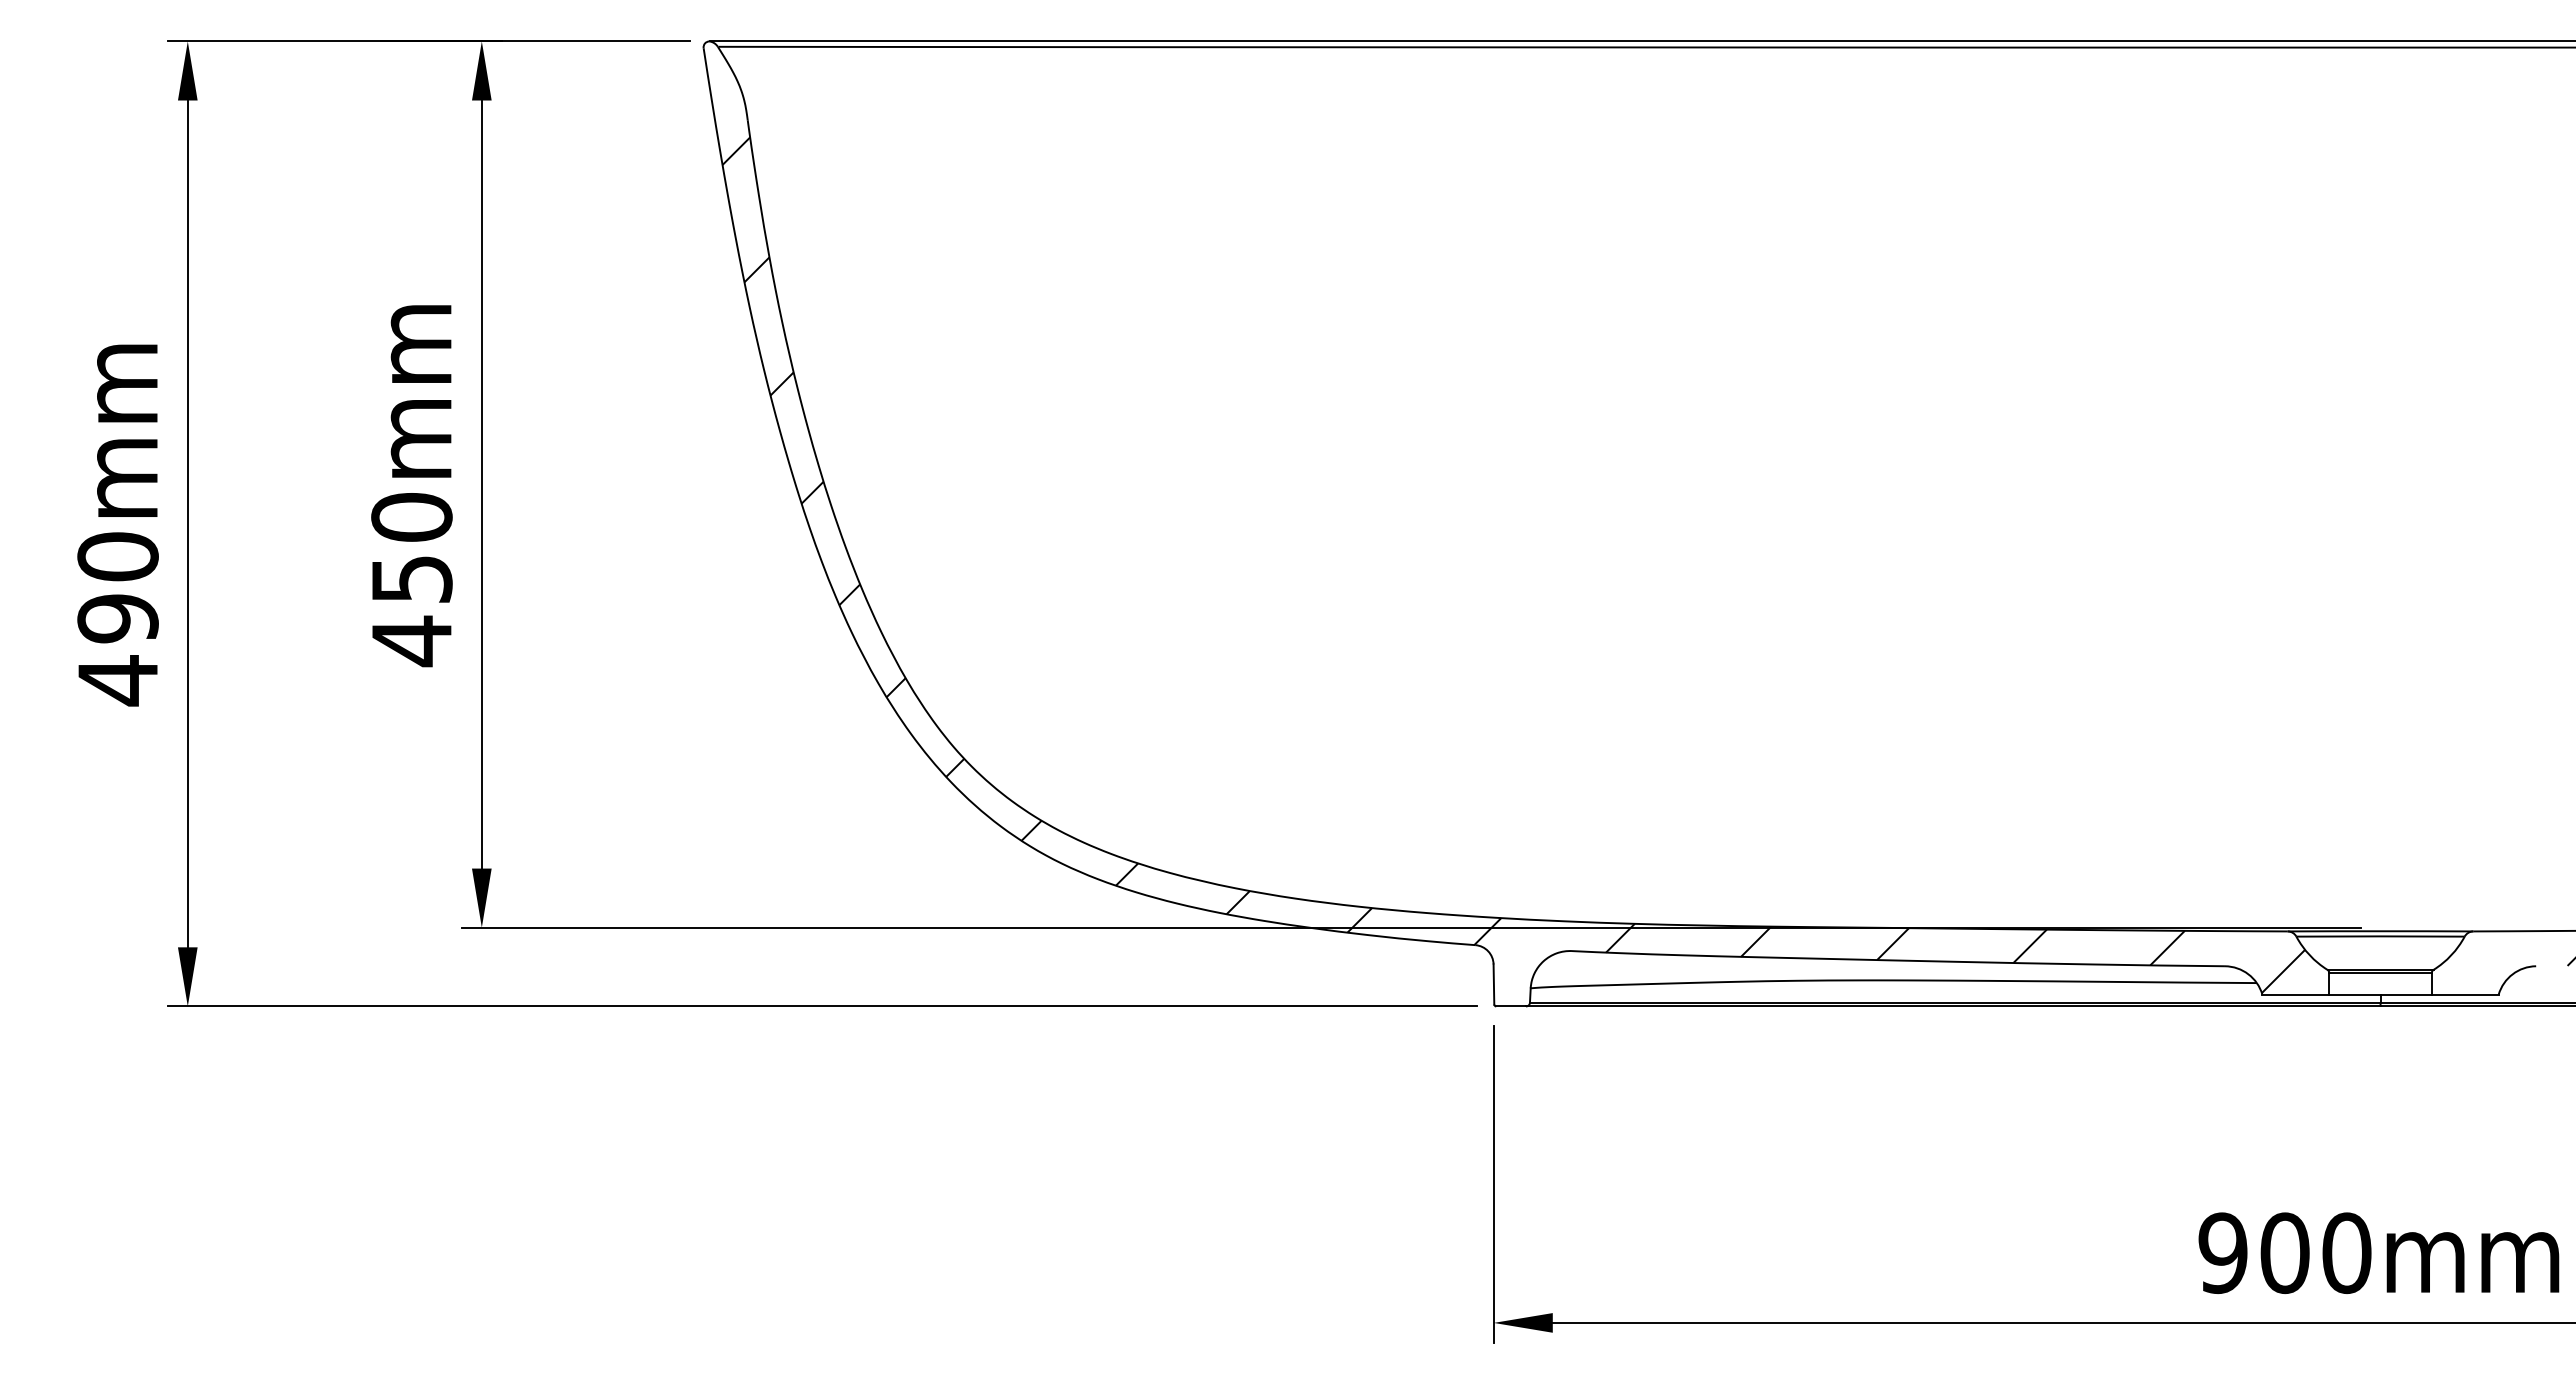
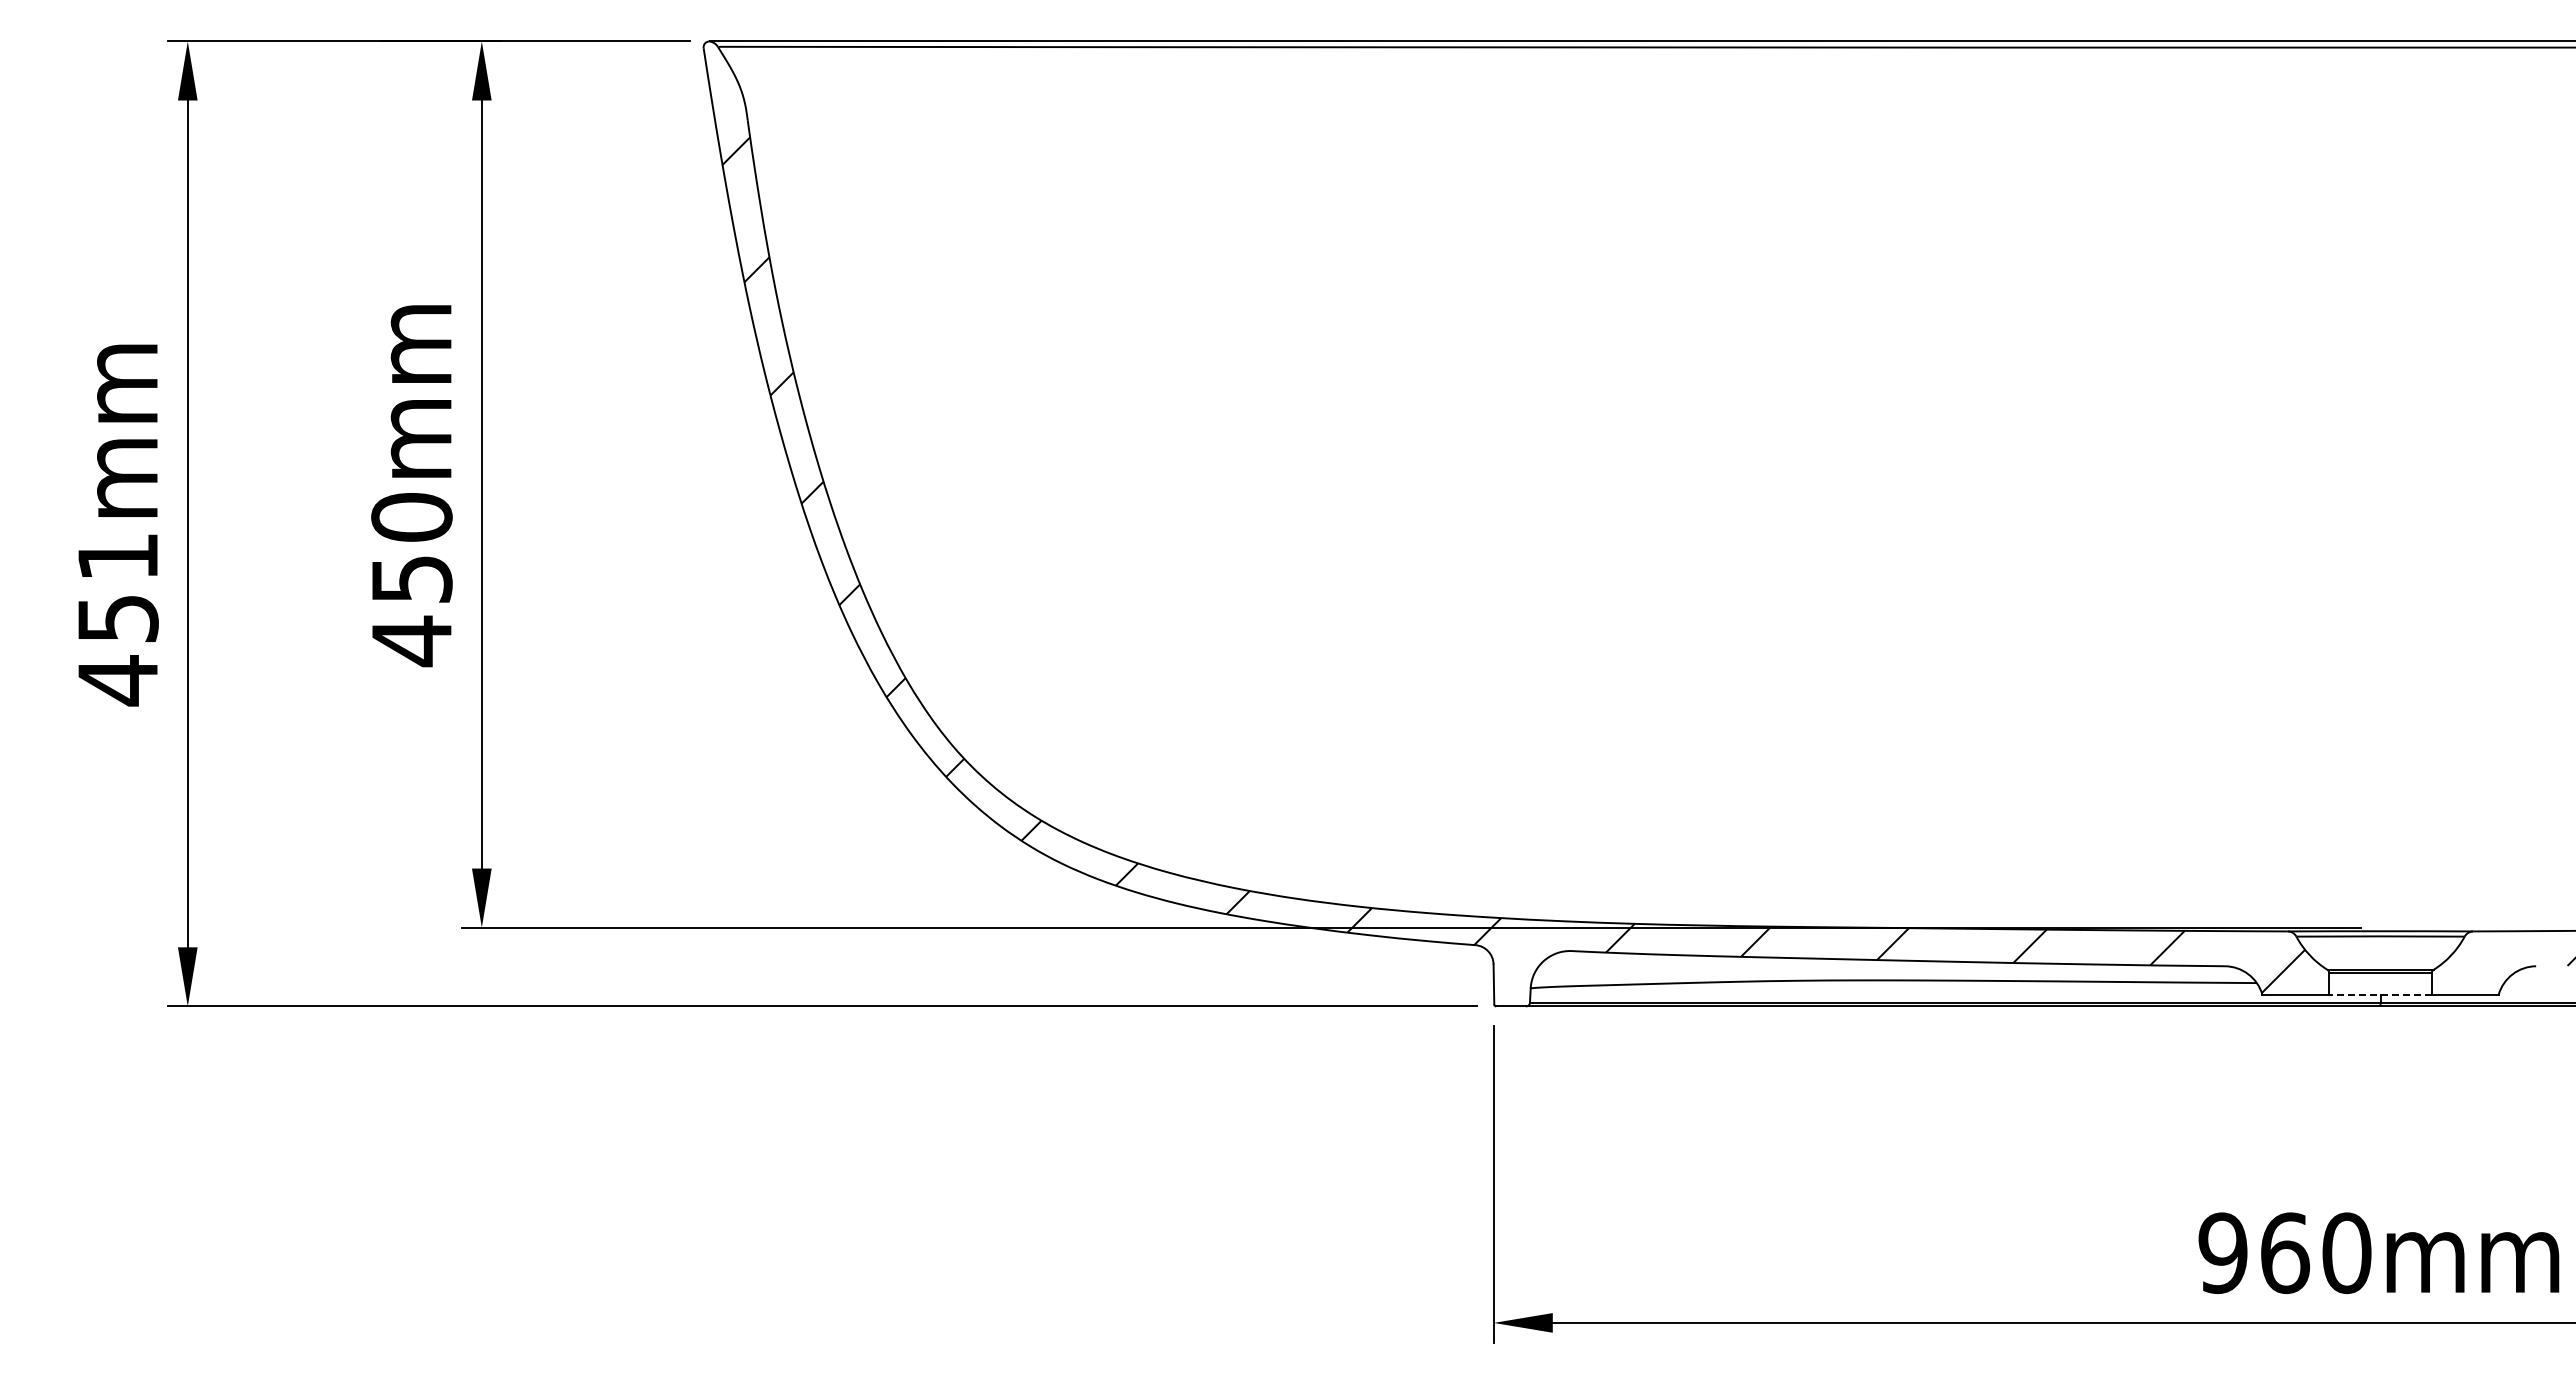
text at (117, 587): 490mm -> 451mm
line at (2380, 994): solid -> dashed
text at (2284, 1252): 900mm -> 960mm
